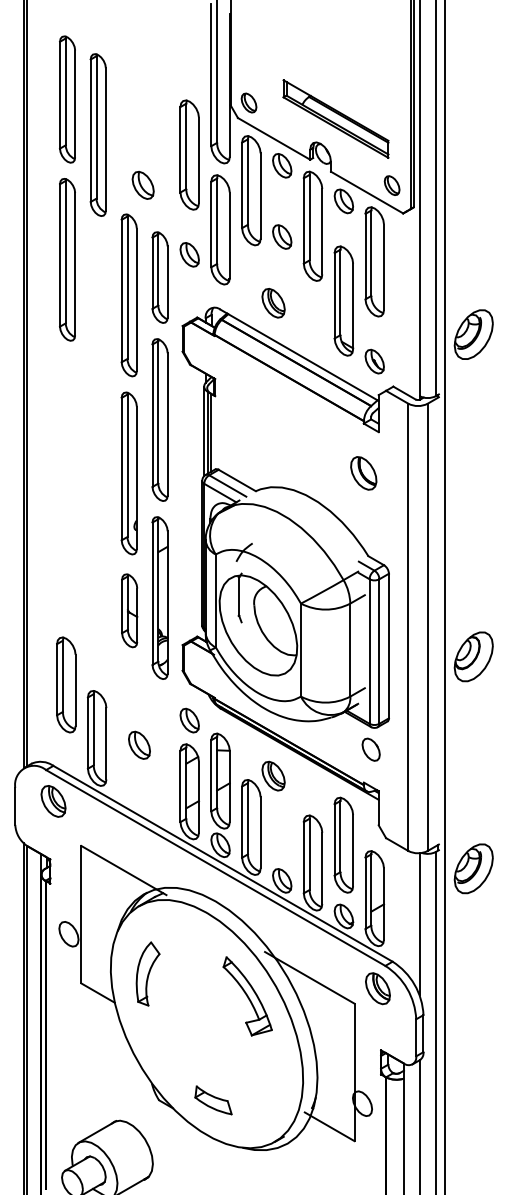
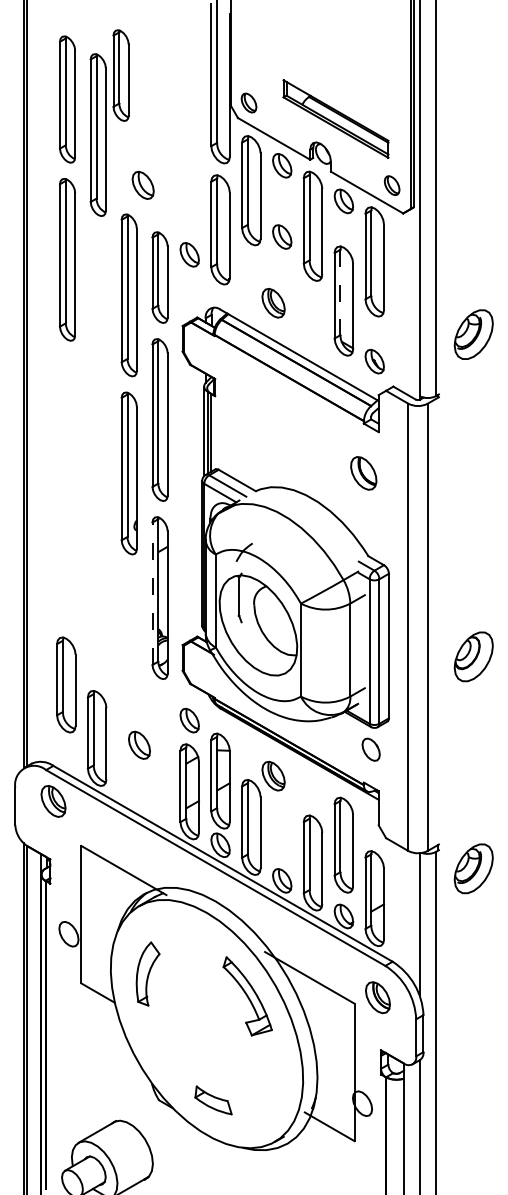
part at (120, 75): none -> present
part at (189, 154): present -> none
line at (340, 292): solid -> dashed
line at (152, 593): solid -> dashed
line at (445, 596): present -> none
part at (129, 610): present -> none
part at (377, 988) position: (377, 988) -> (377, 997)
